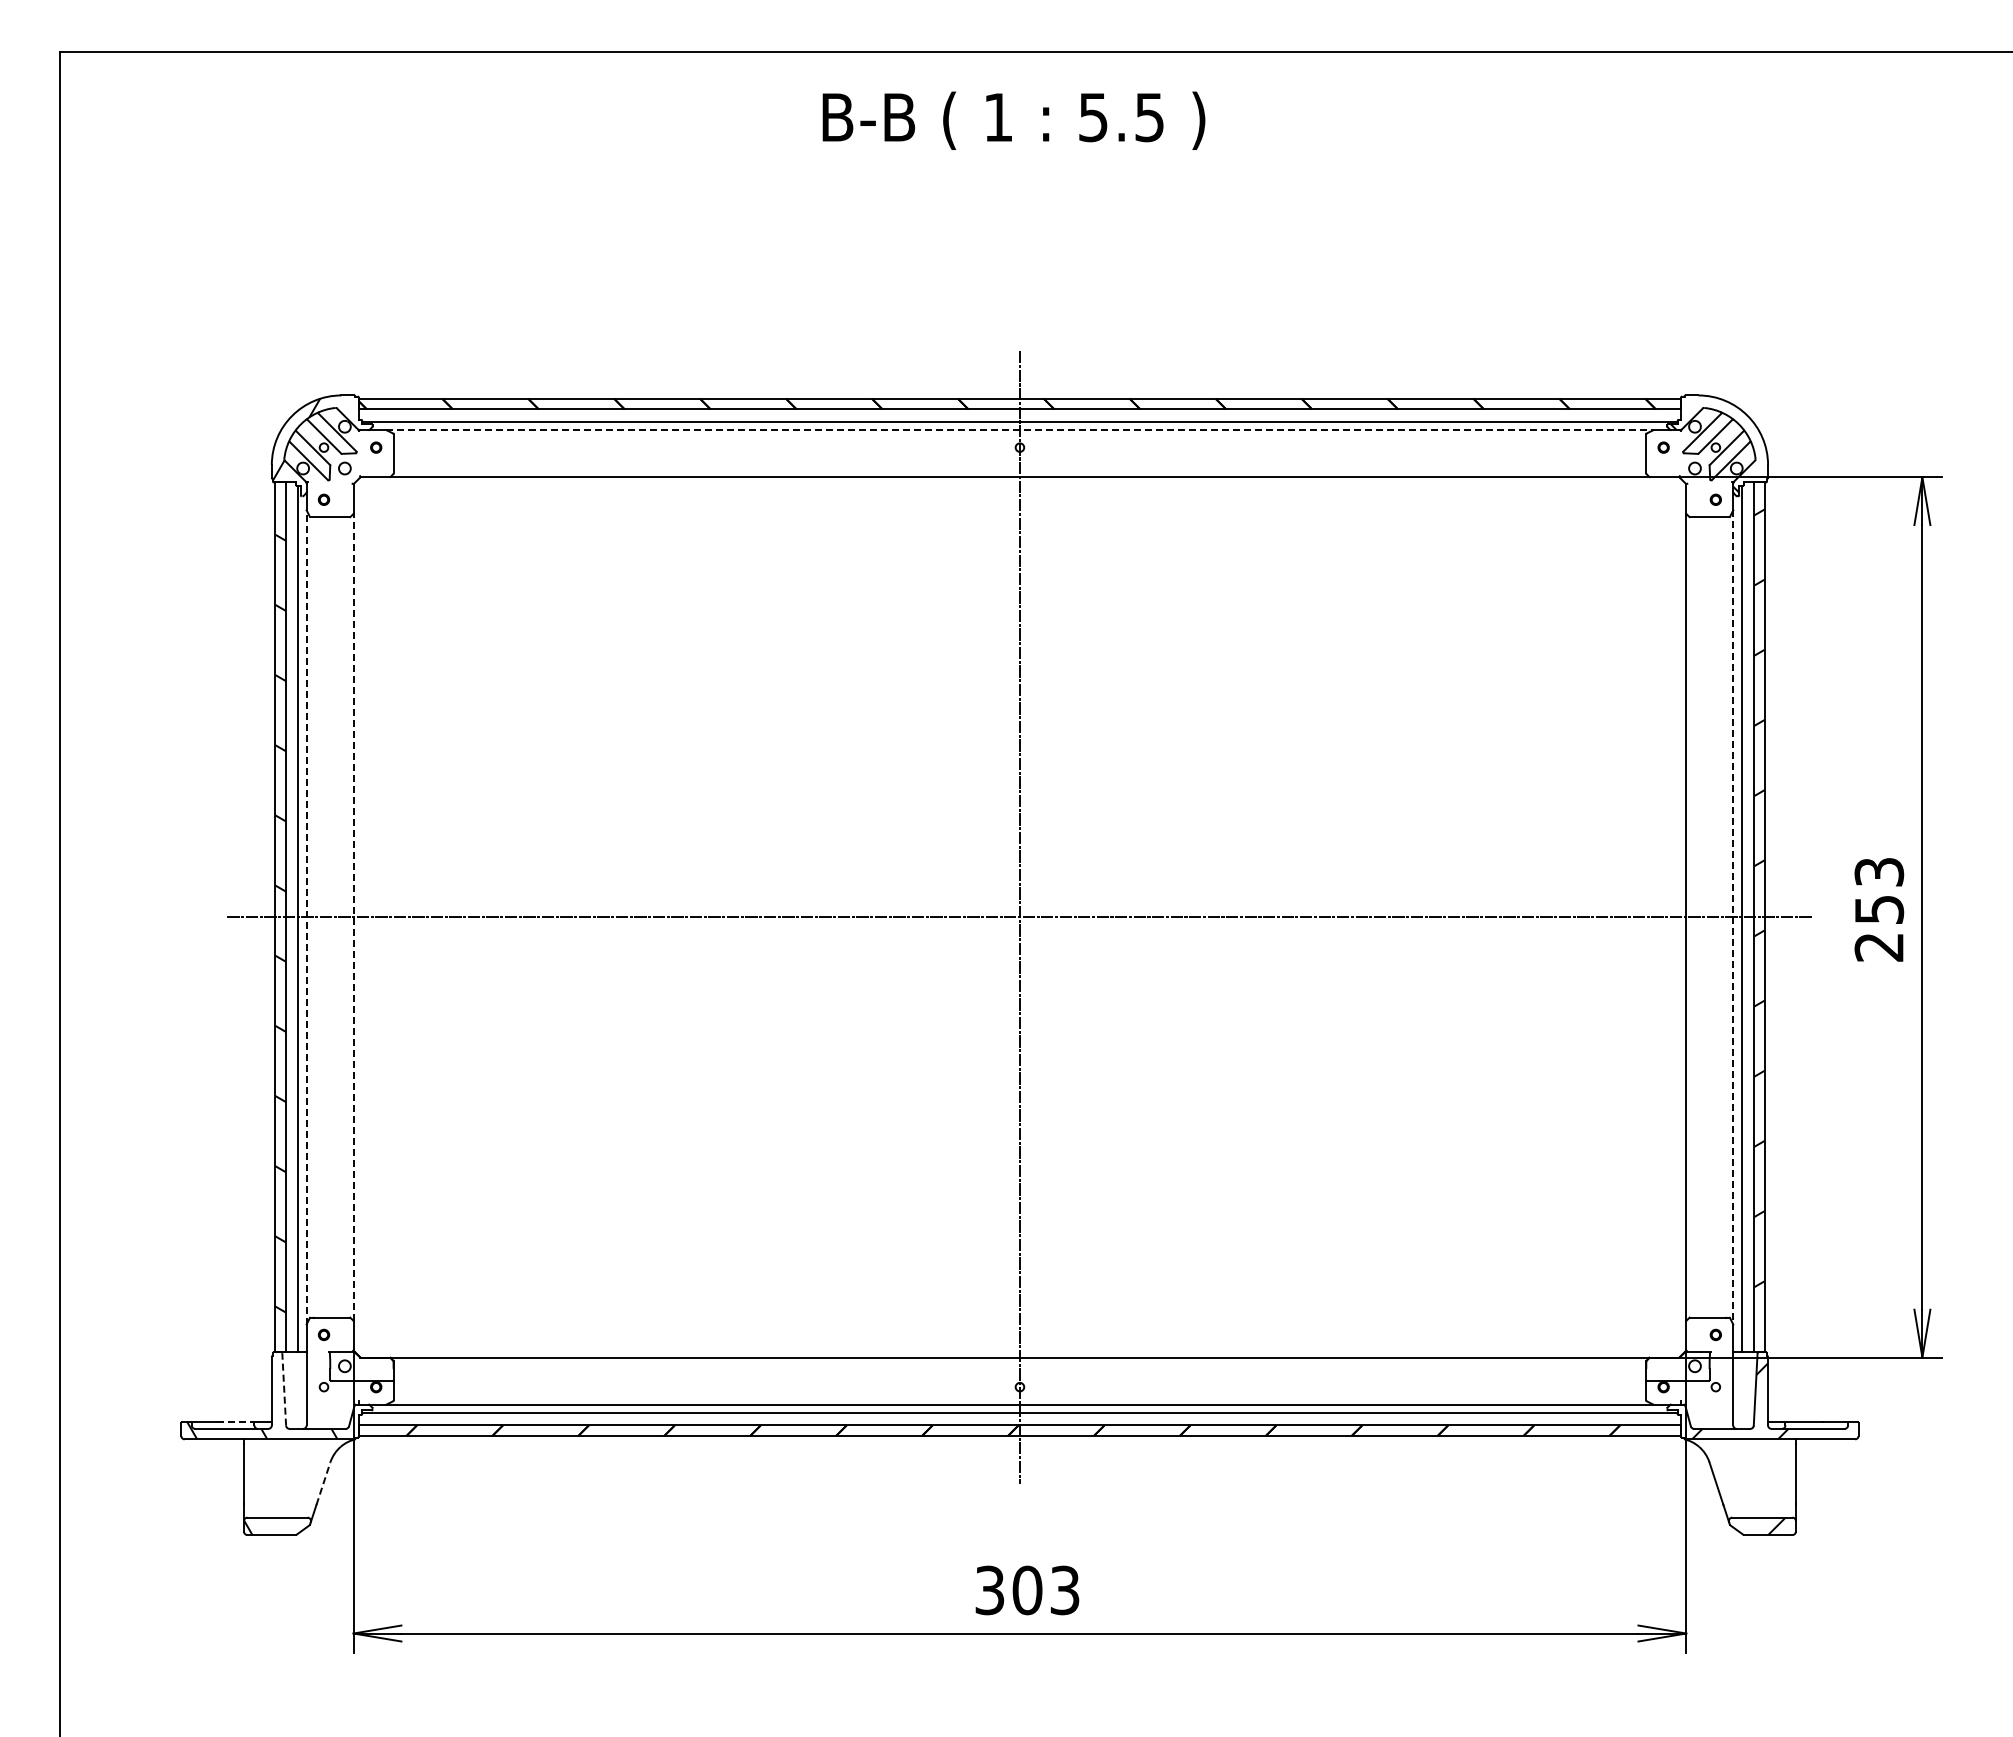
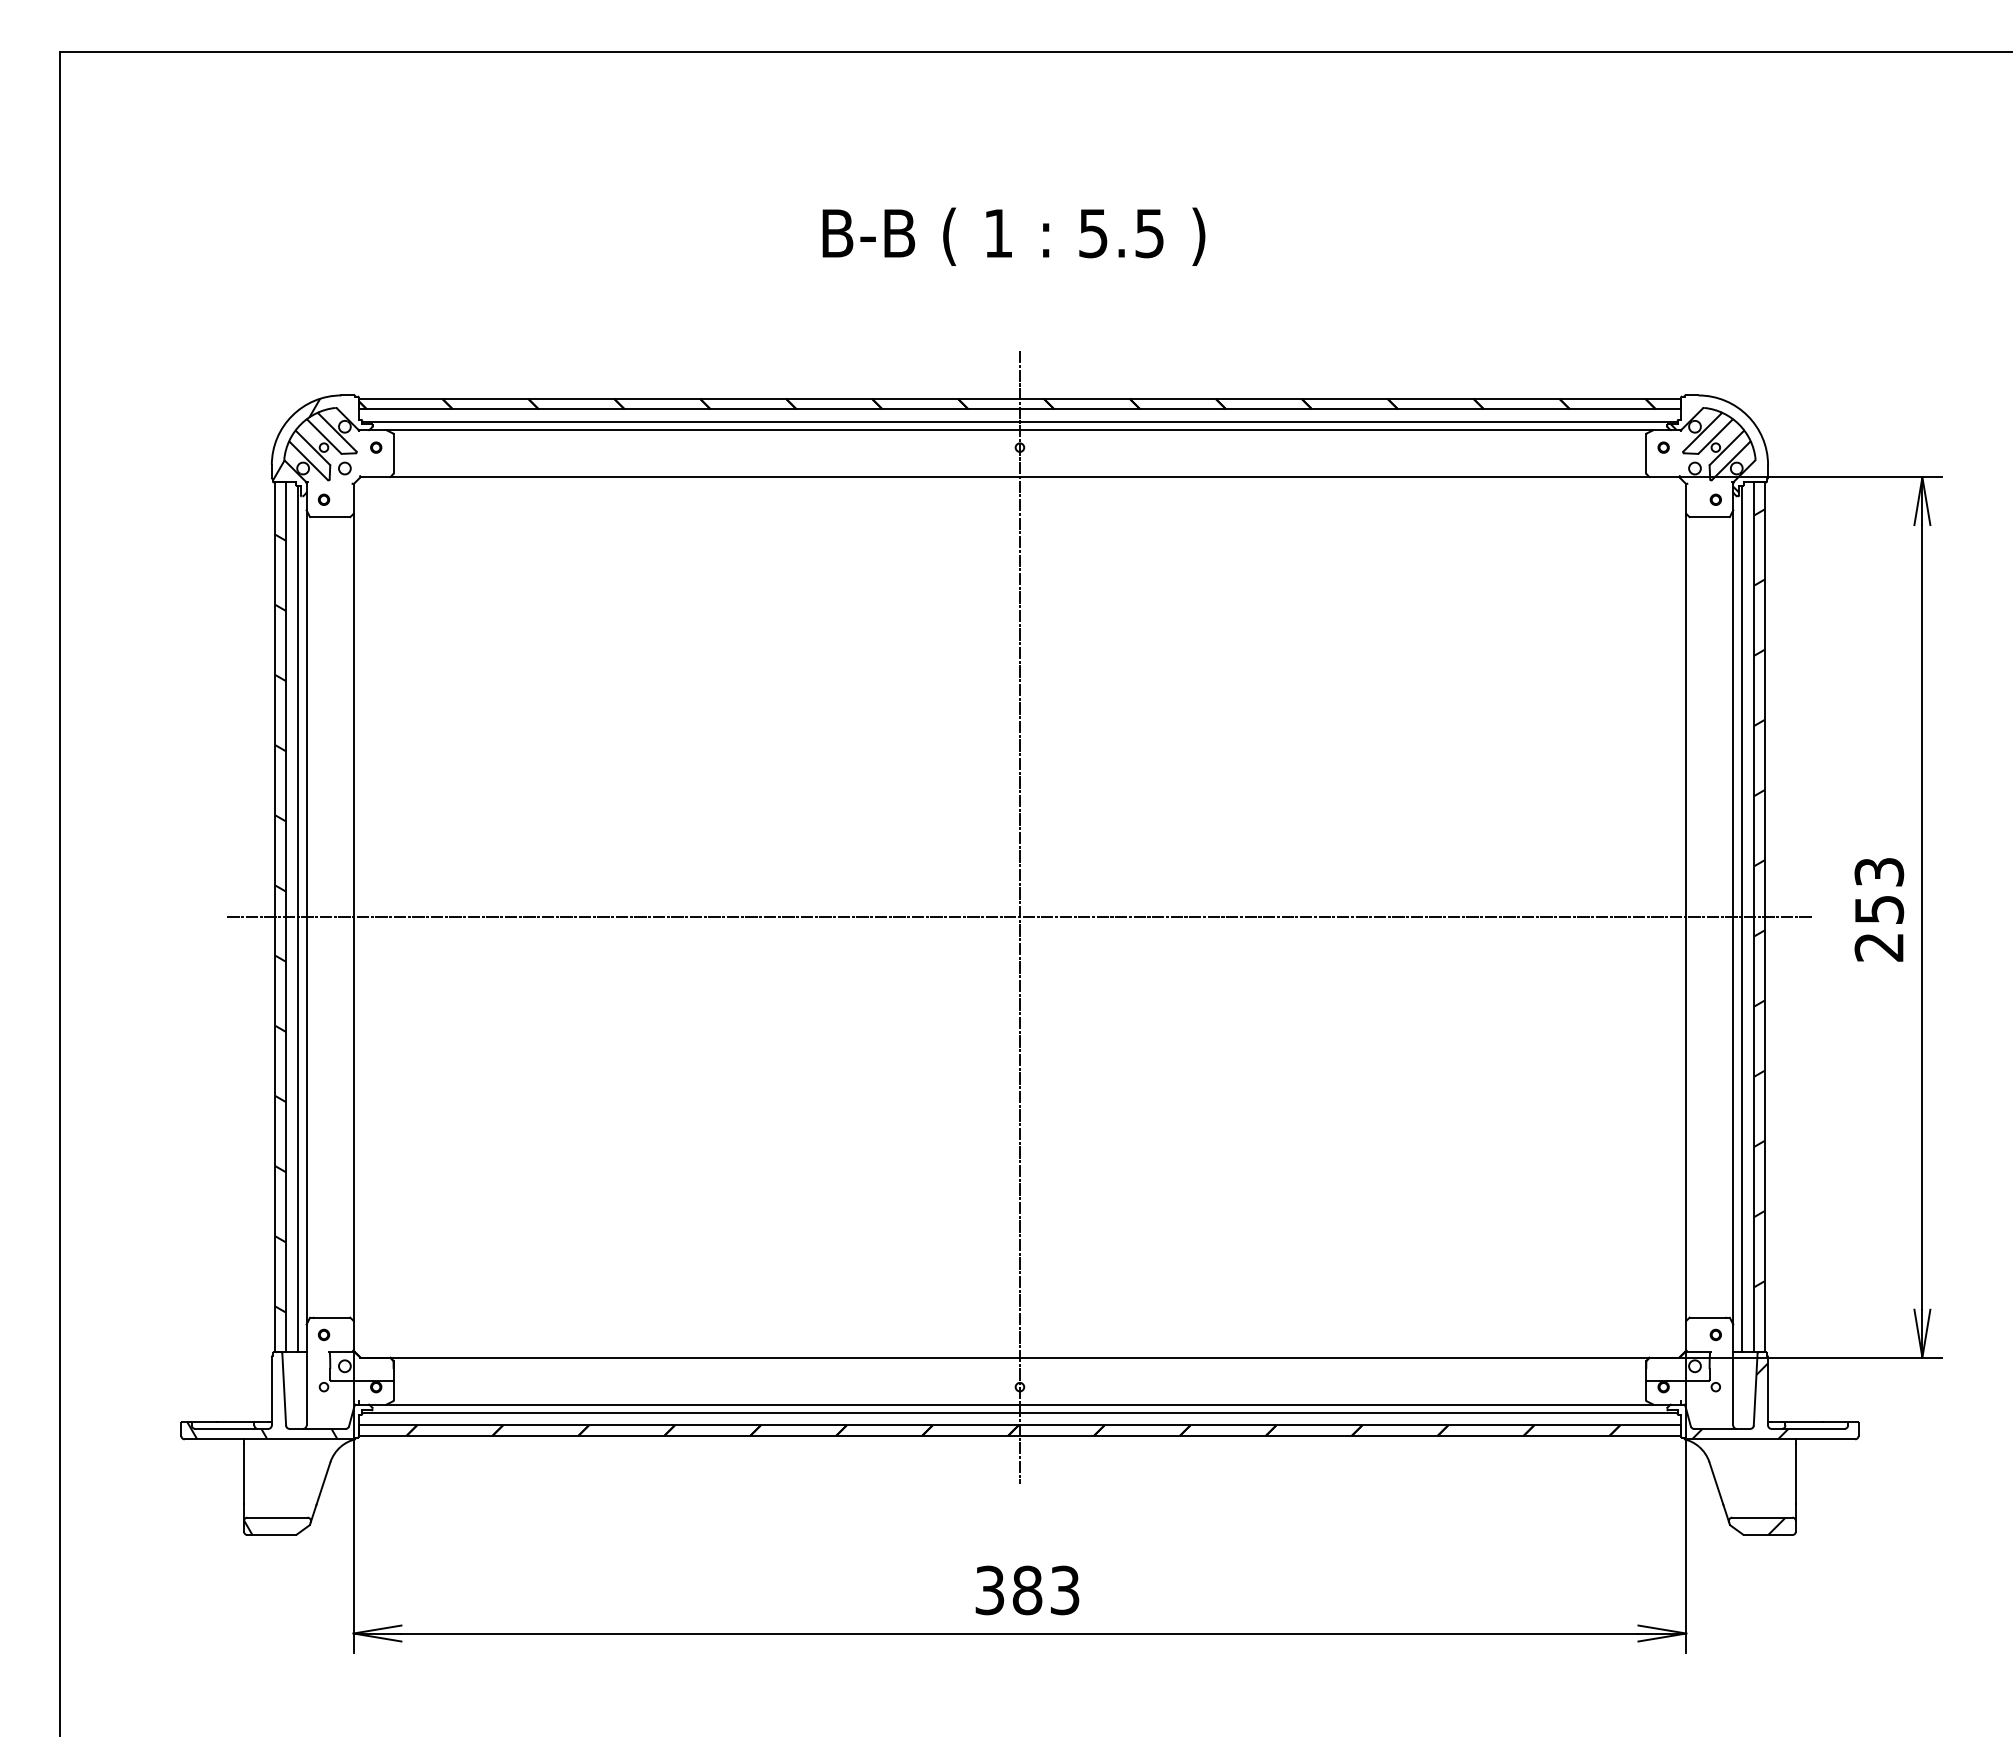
text at (1013, 120) position: (1013, 120) -> (1013, 236)
line at (1019, 430): dashed -> solid
line at (306, 916): dashed -> solid
line at (353, 917): dashed -> solid
line at (1733, 917): dashed -> solid
line at (284, 1388): dashed -> solid
line at (235, 1421): dashed -> solid
line at (323, 1483): dashed -> solid
text at (1027, 1589): 303 -> 383
